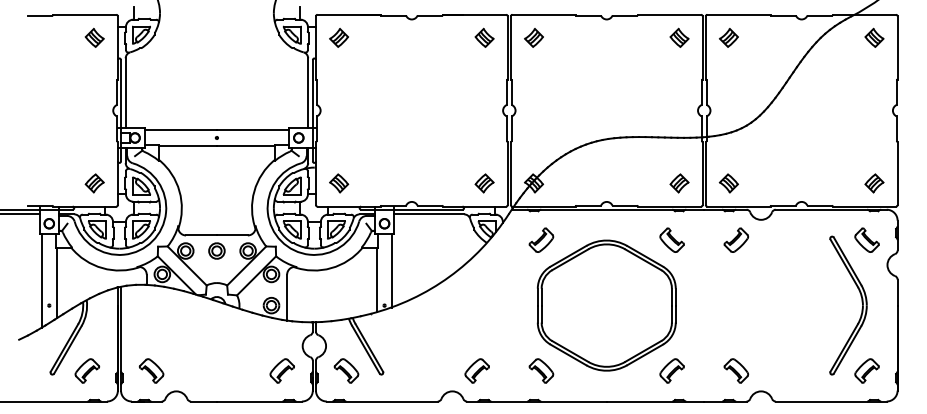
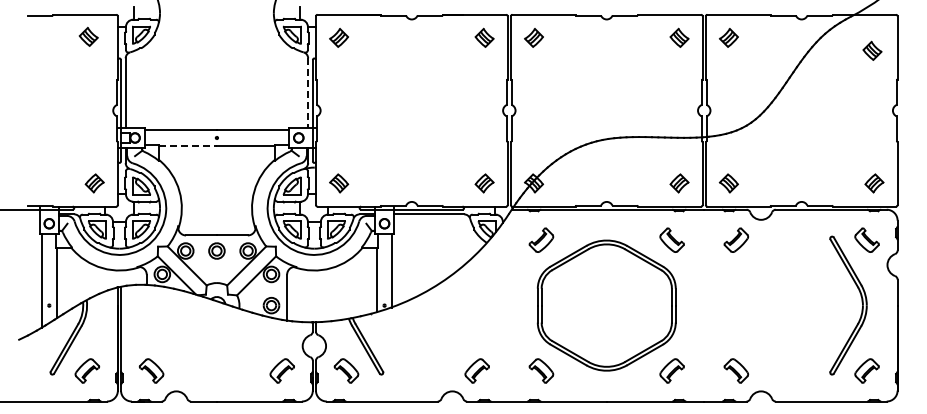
part at (94, 37) position: (94, 37) -> (88, 36)
part at (874, 37) position: (874, 37) -> (872, 50)
line at (308, 93): solid -> dashed
line at (188, 145): solid -> dashed
line at (20, 214): present -> none
